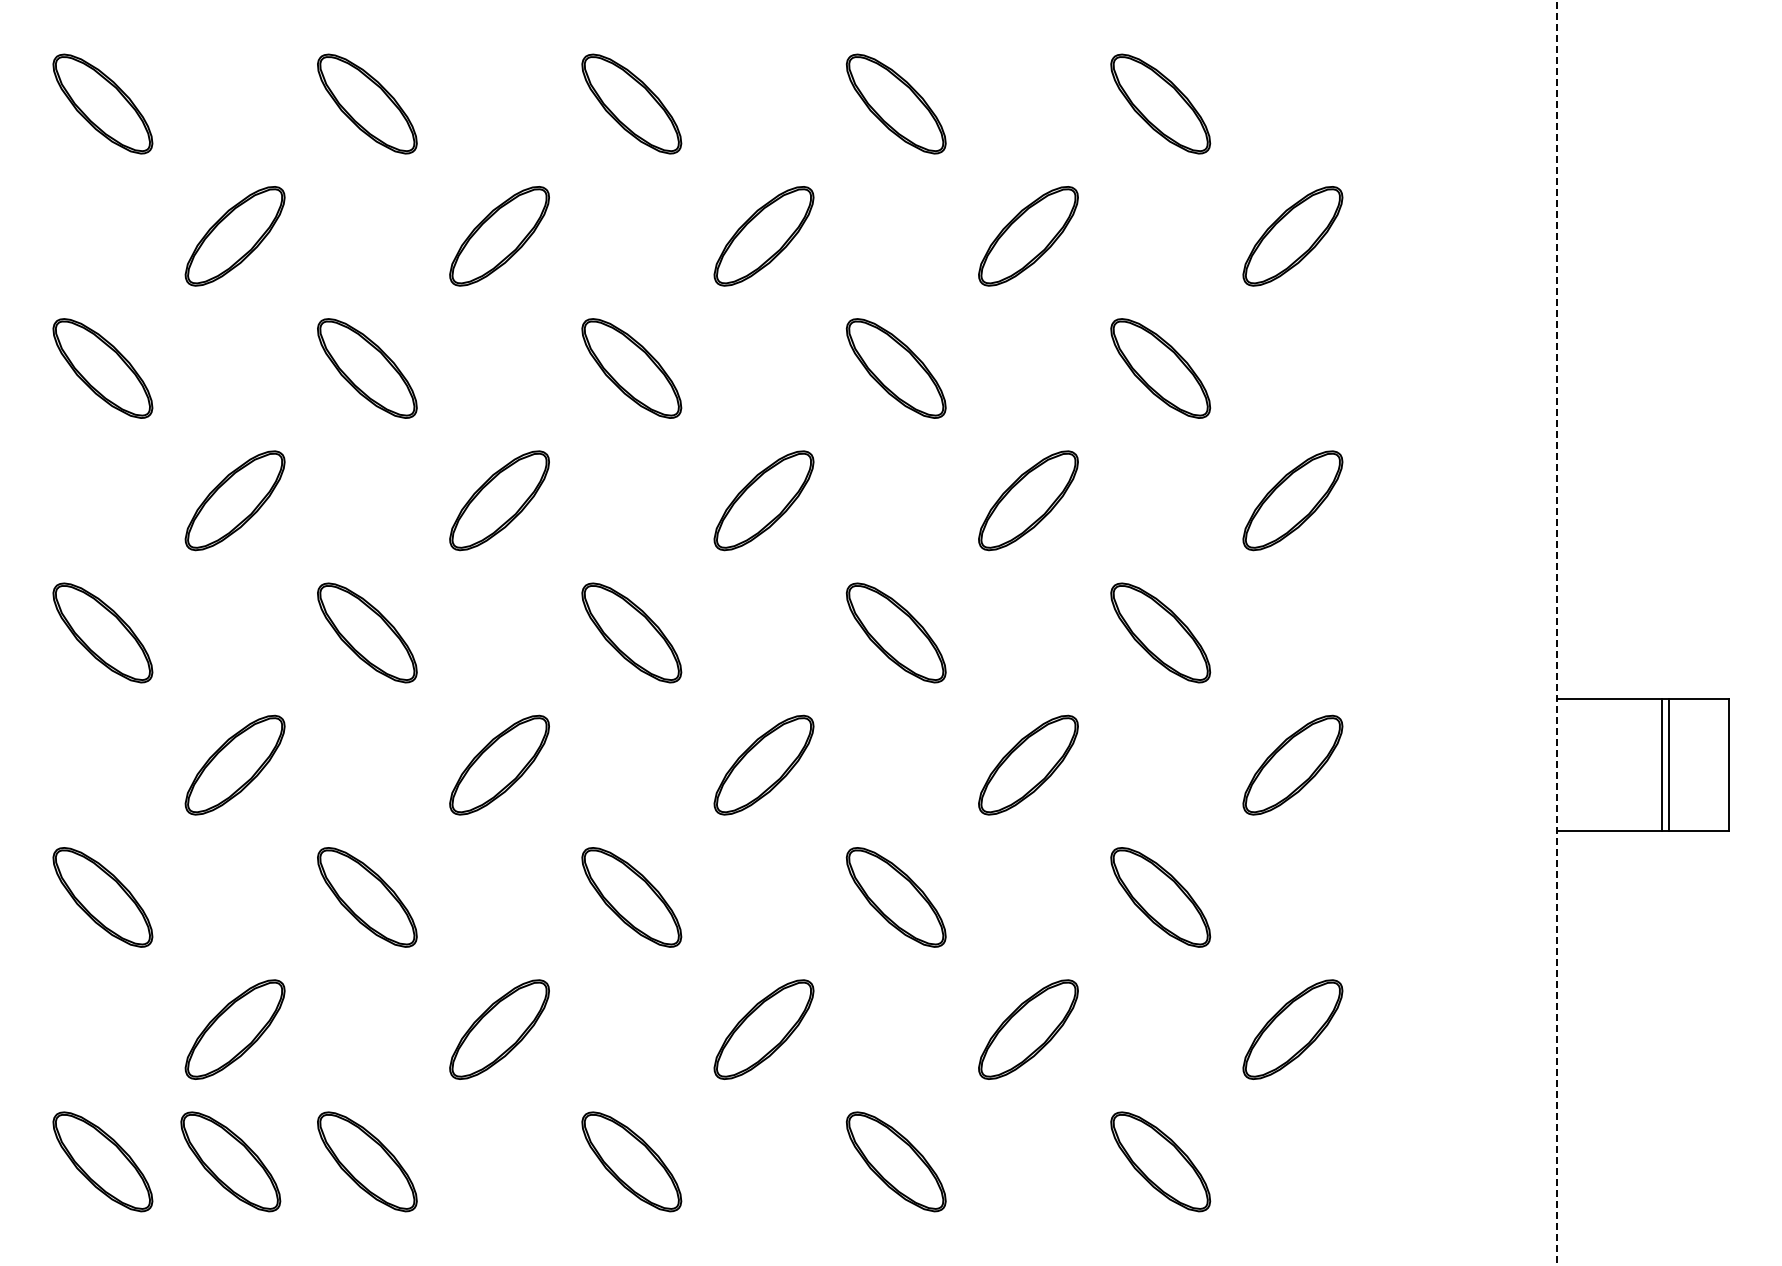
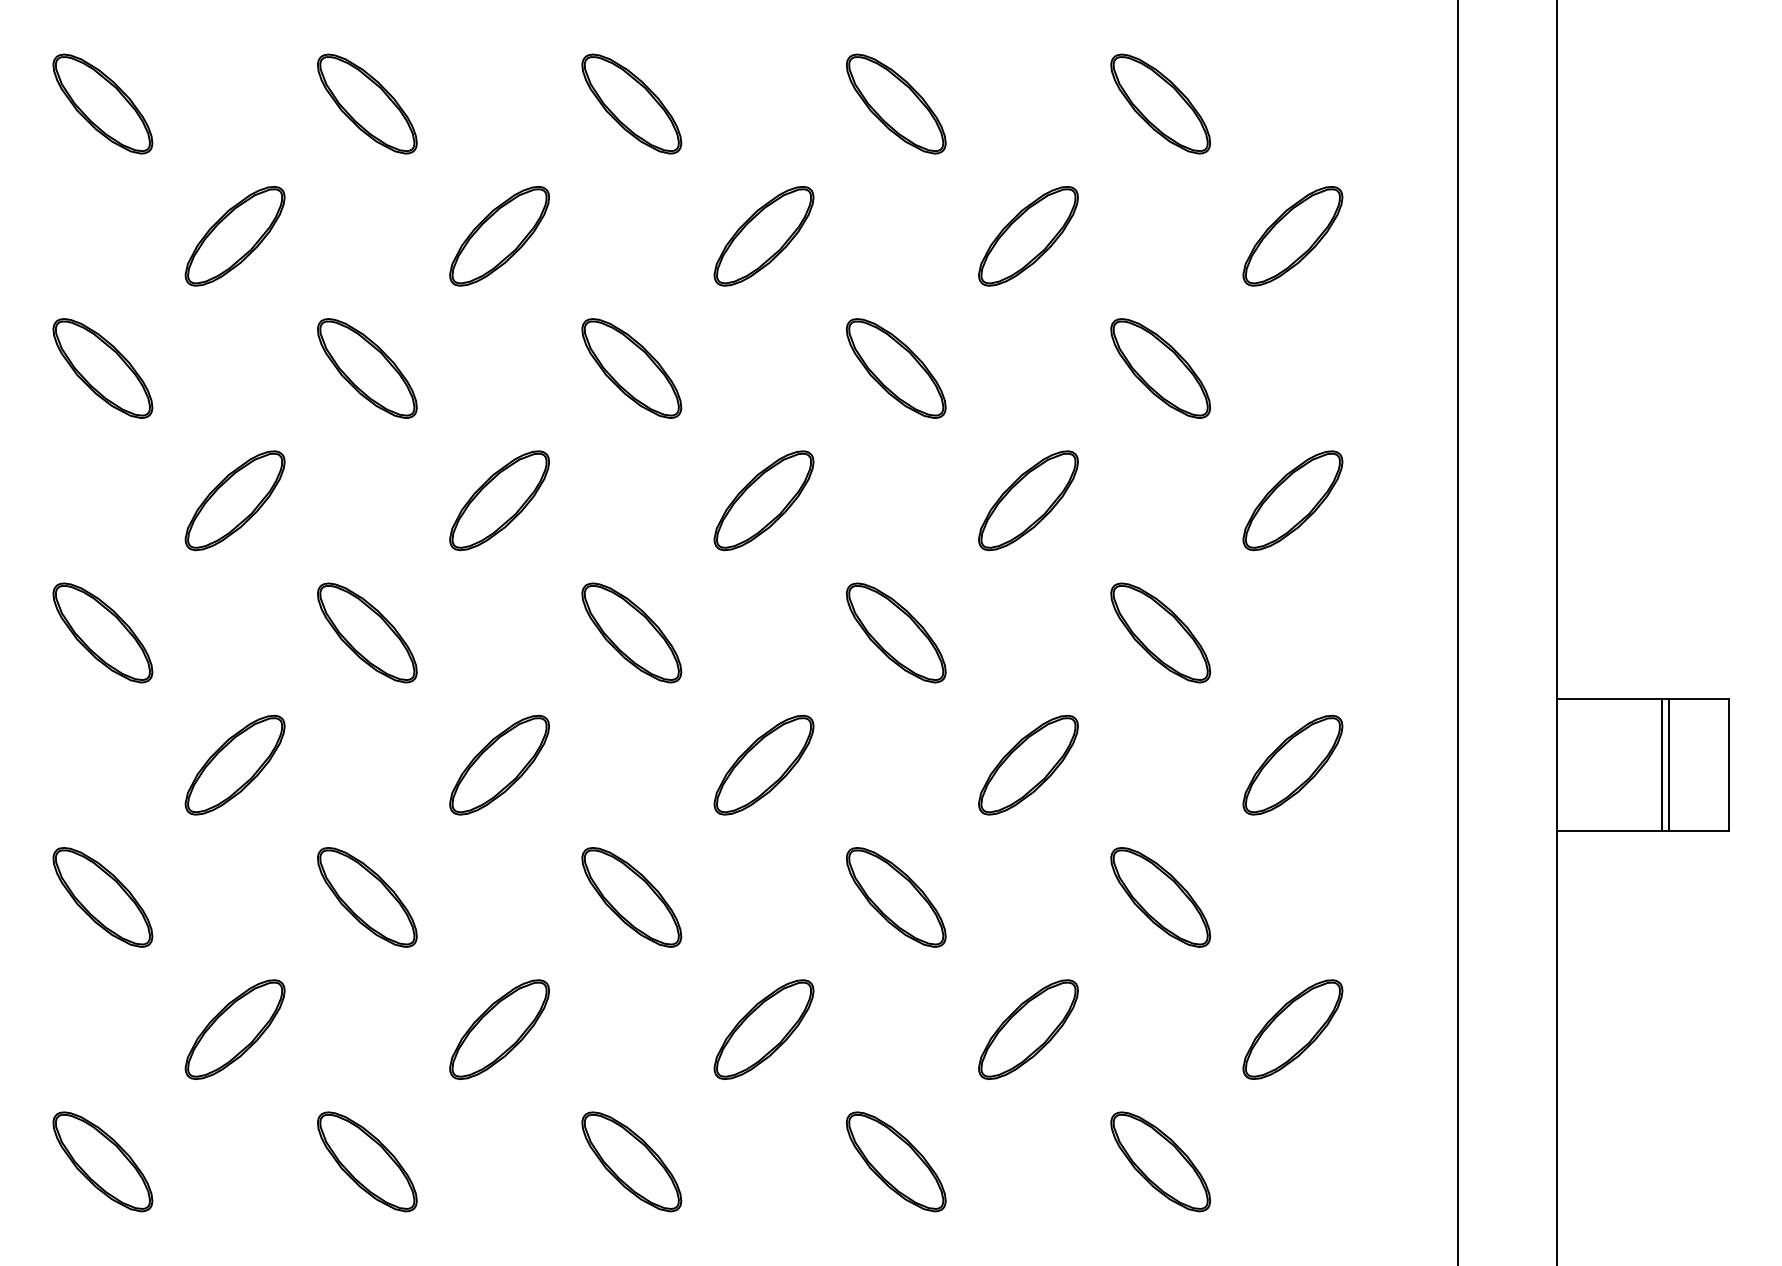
line at (1458, 632): none -> present
line at (1557, 633): dashed -> solid
part at (230, 1161): present -> none
